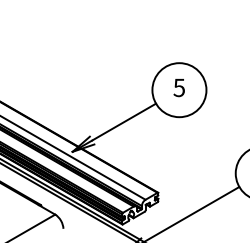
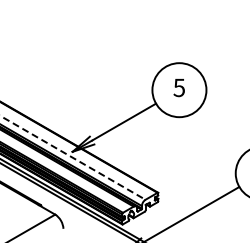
line at (73, 157): solid -> dashed
